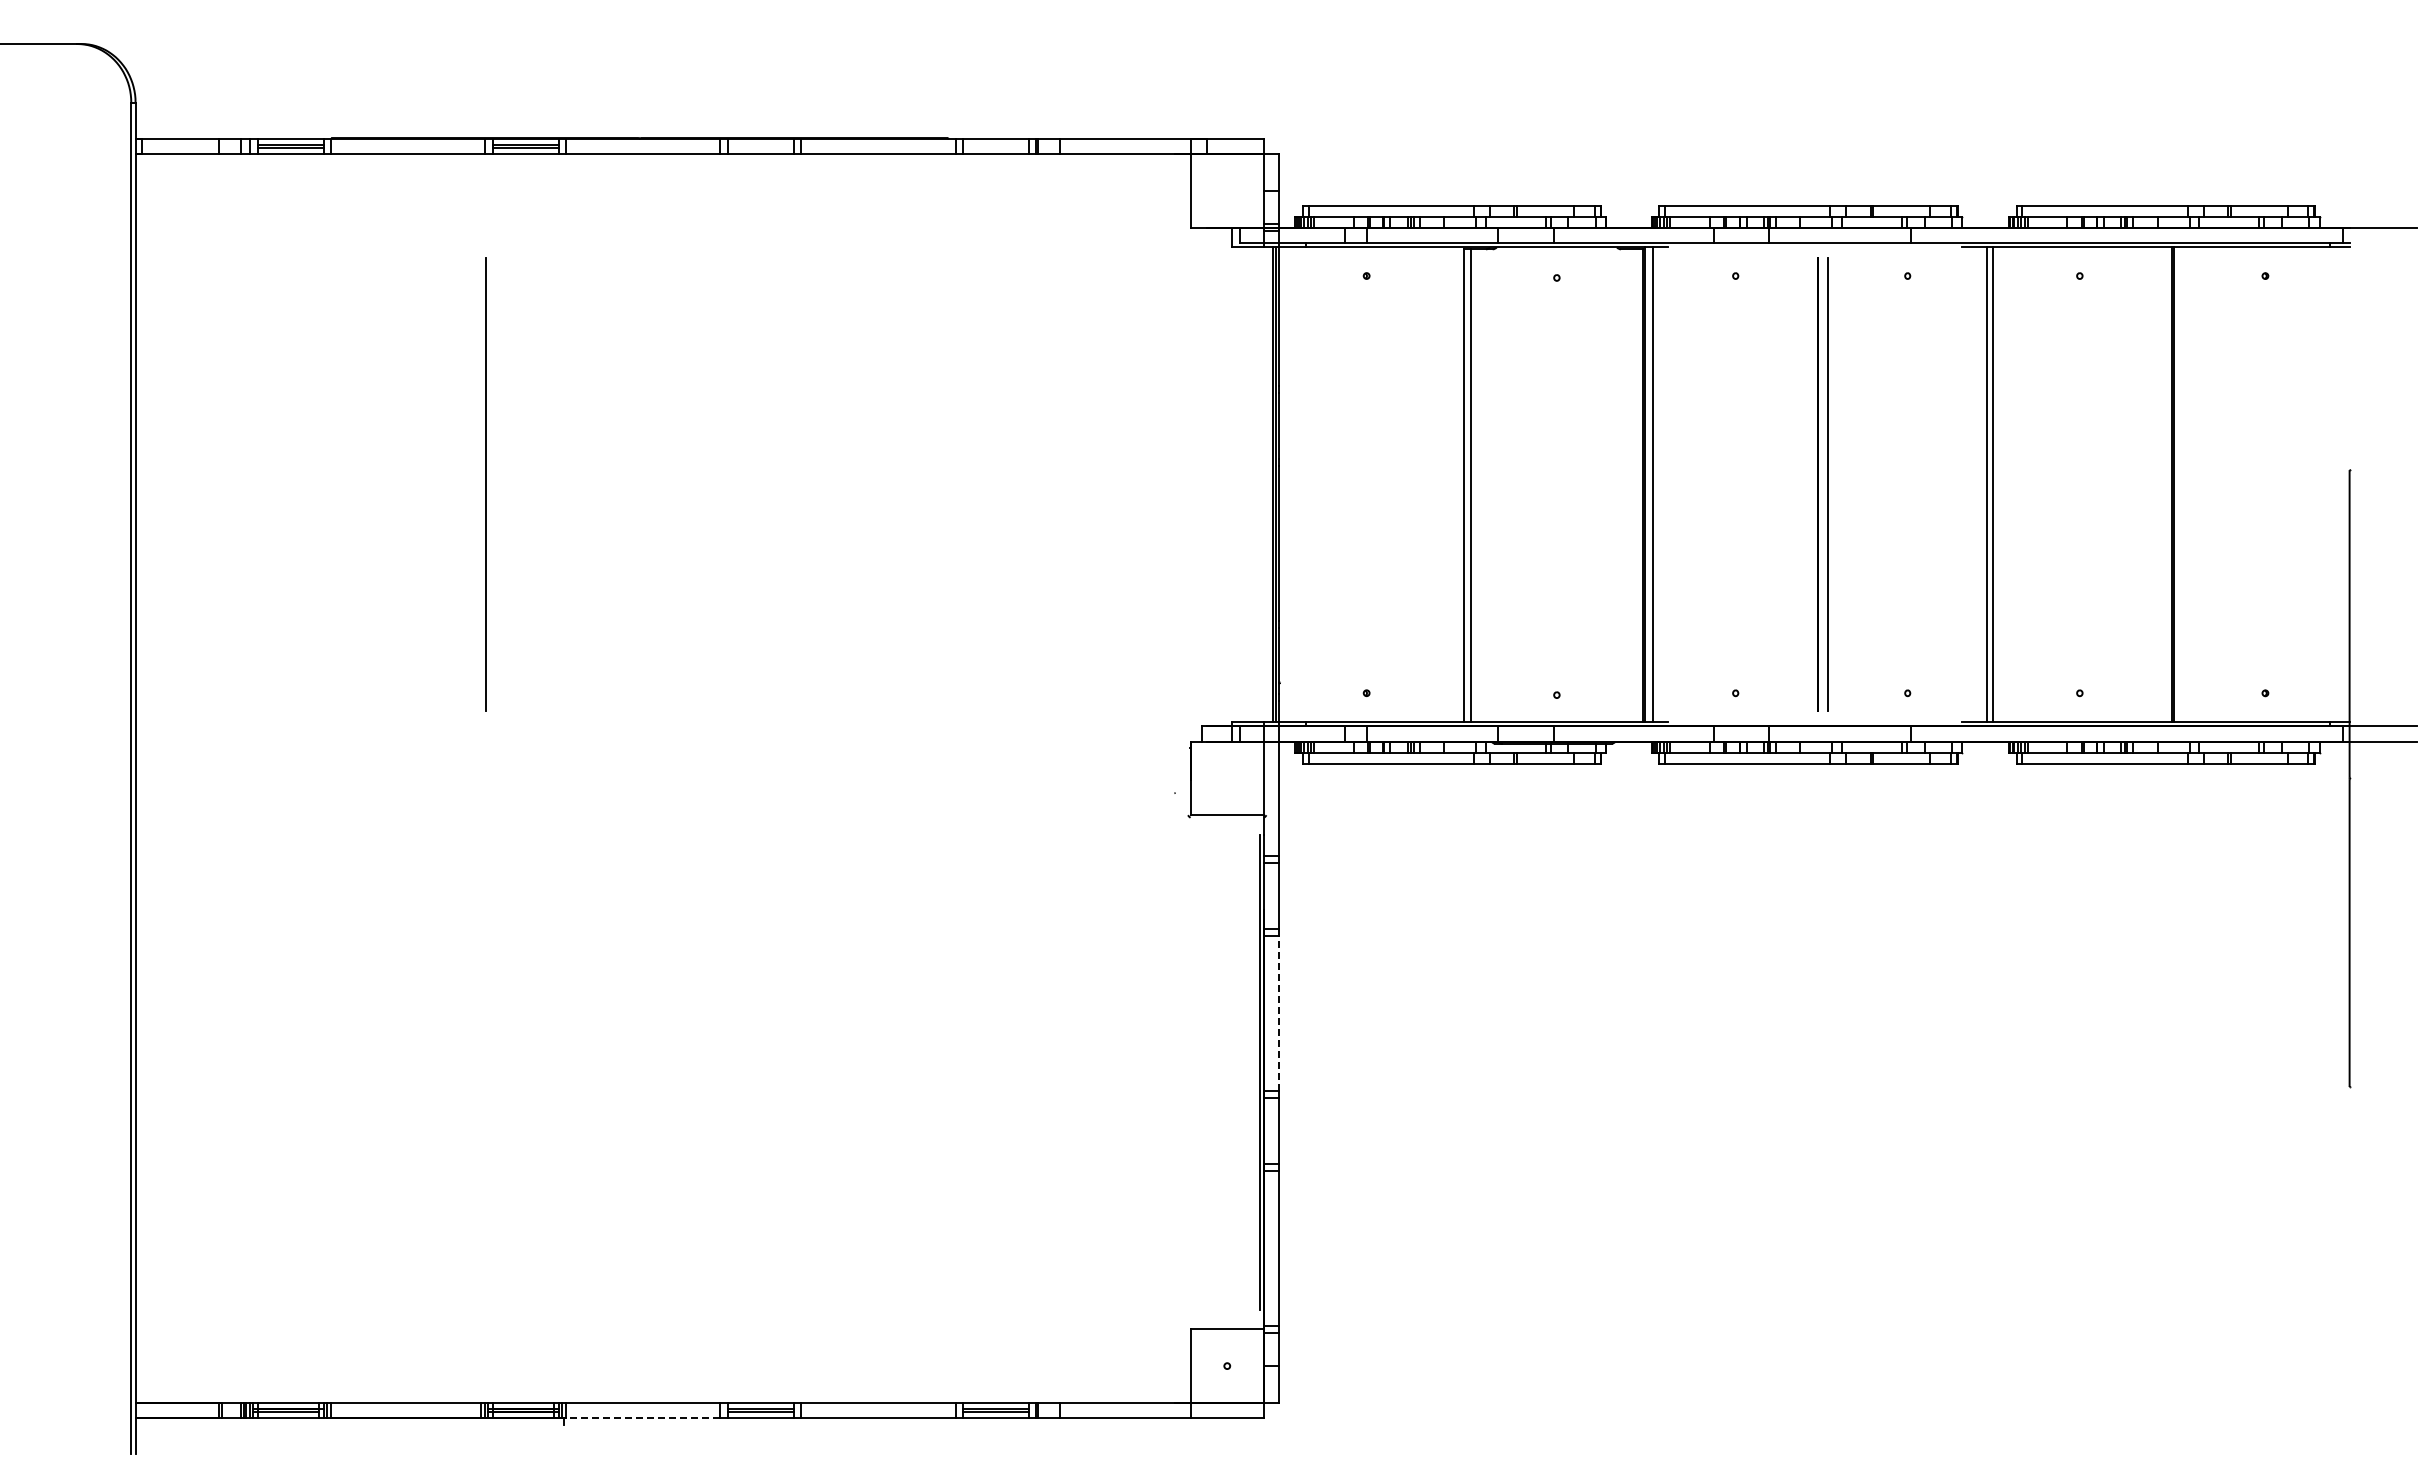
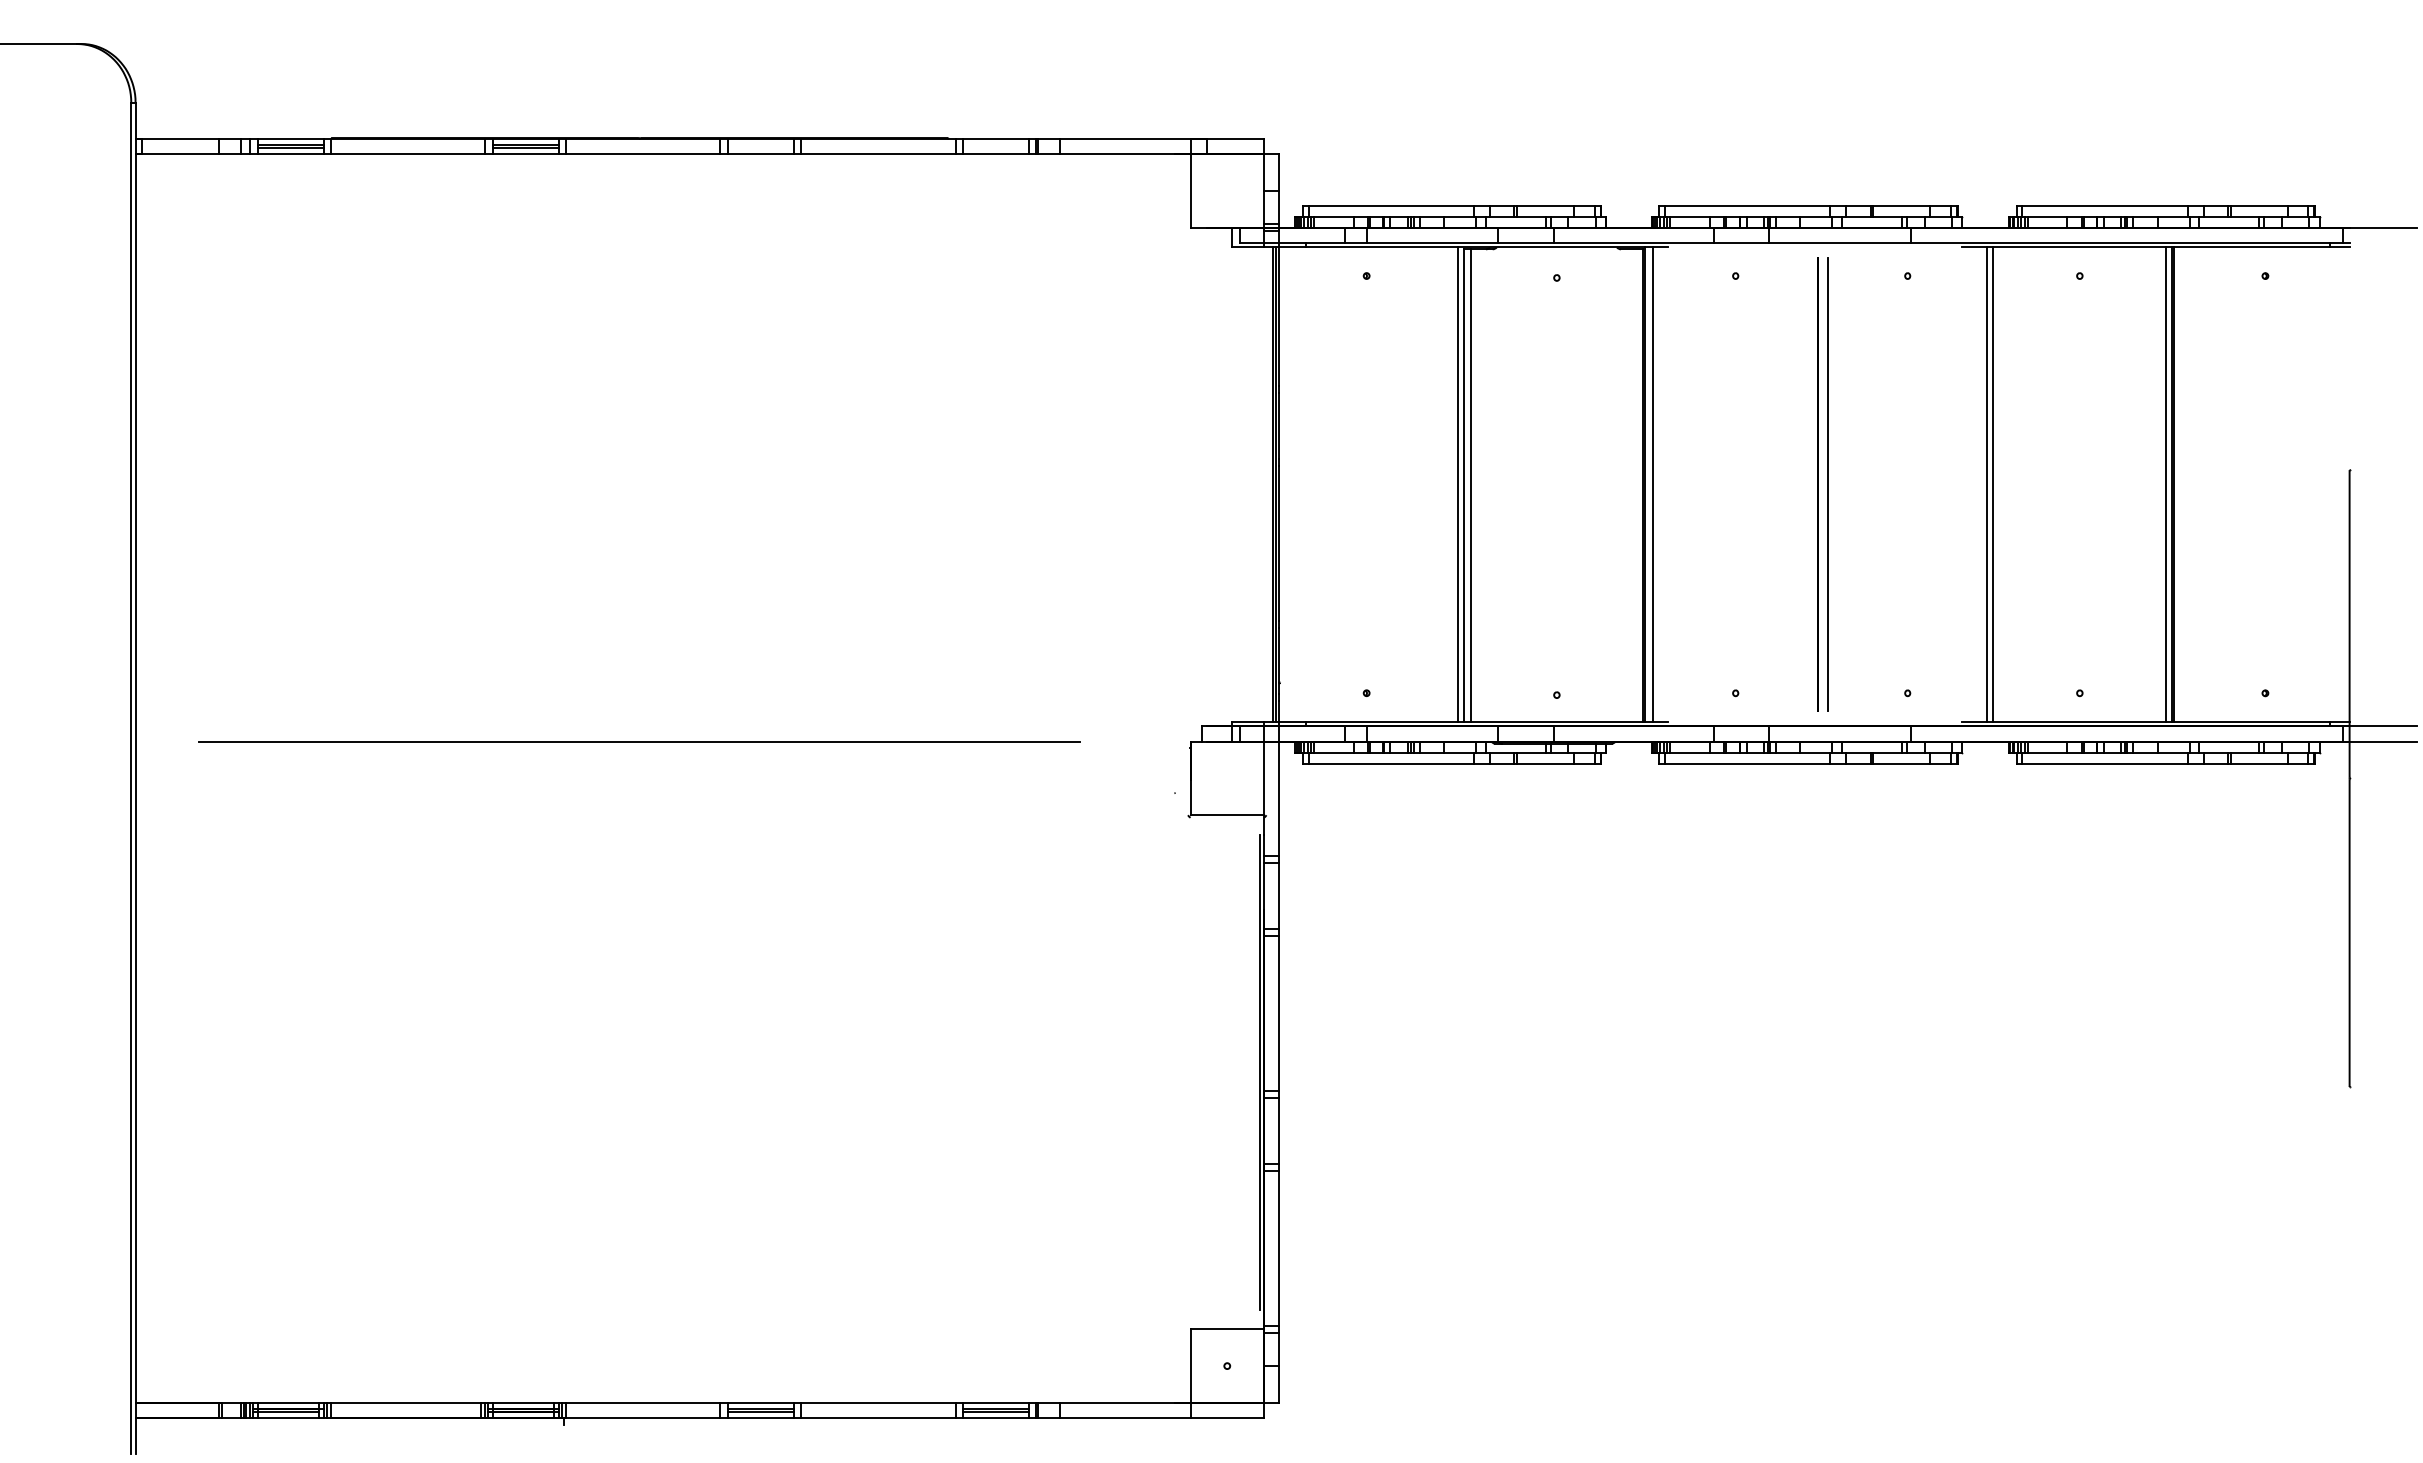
line at (485, 484): present -> none
line at (1457, 484): none -> present
line at (2166, 484): none -> present
line at (639, 741): none -> present
line at (1279, 1013): dashed -> solid
line at (642, 1418): dashed -> solid
